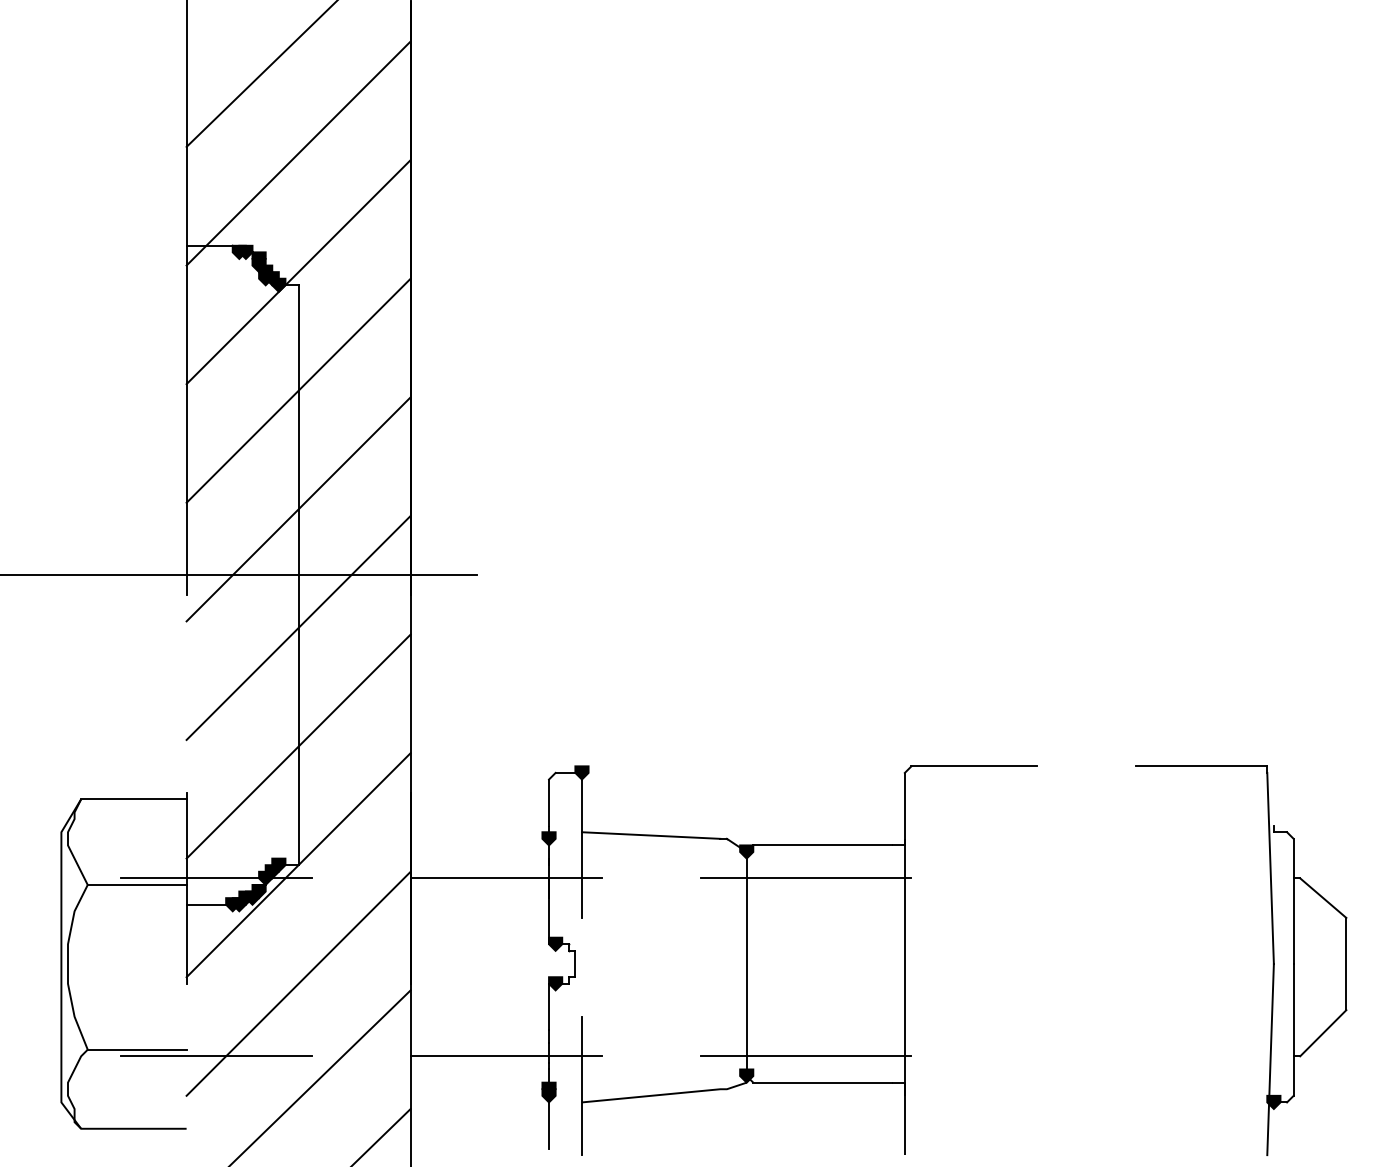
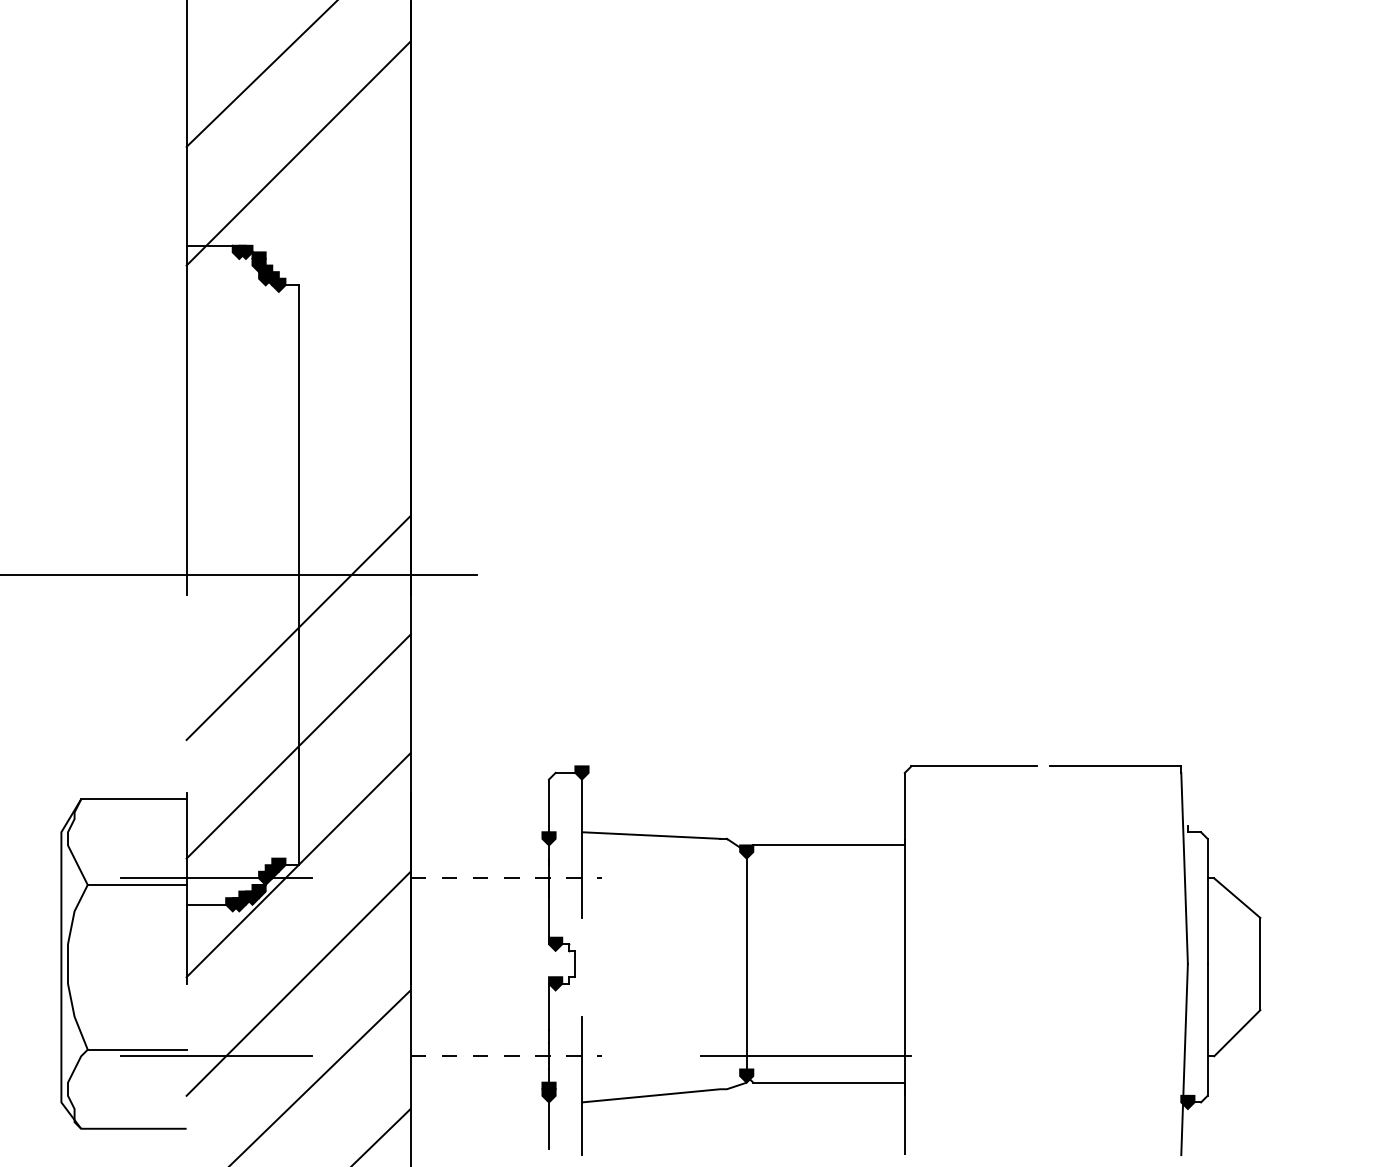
line at (298, 272): present -> none
line at (298, 390): present -> none
line at (298, 509): present -> none
line at (506, 878): solid -> dashed
line at (805, 878): present -> none
part at (1272, 960) position: (1272, 960) -> (1186, 960)
line at (506, 1056): solid -> dashed
